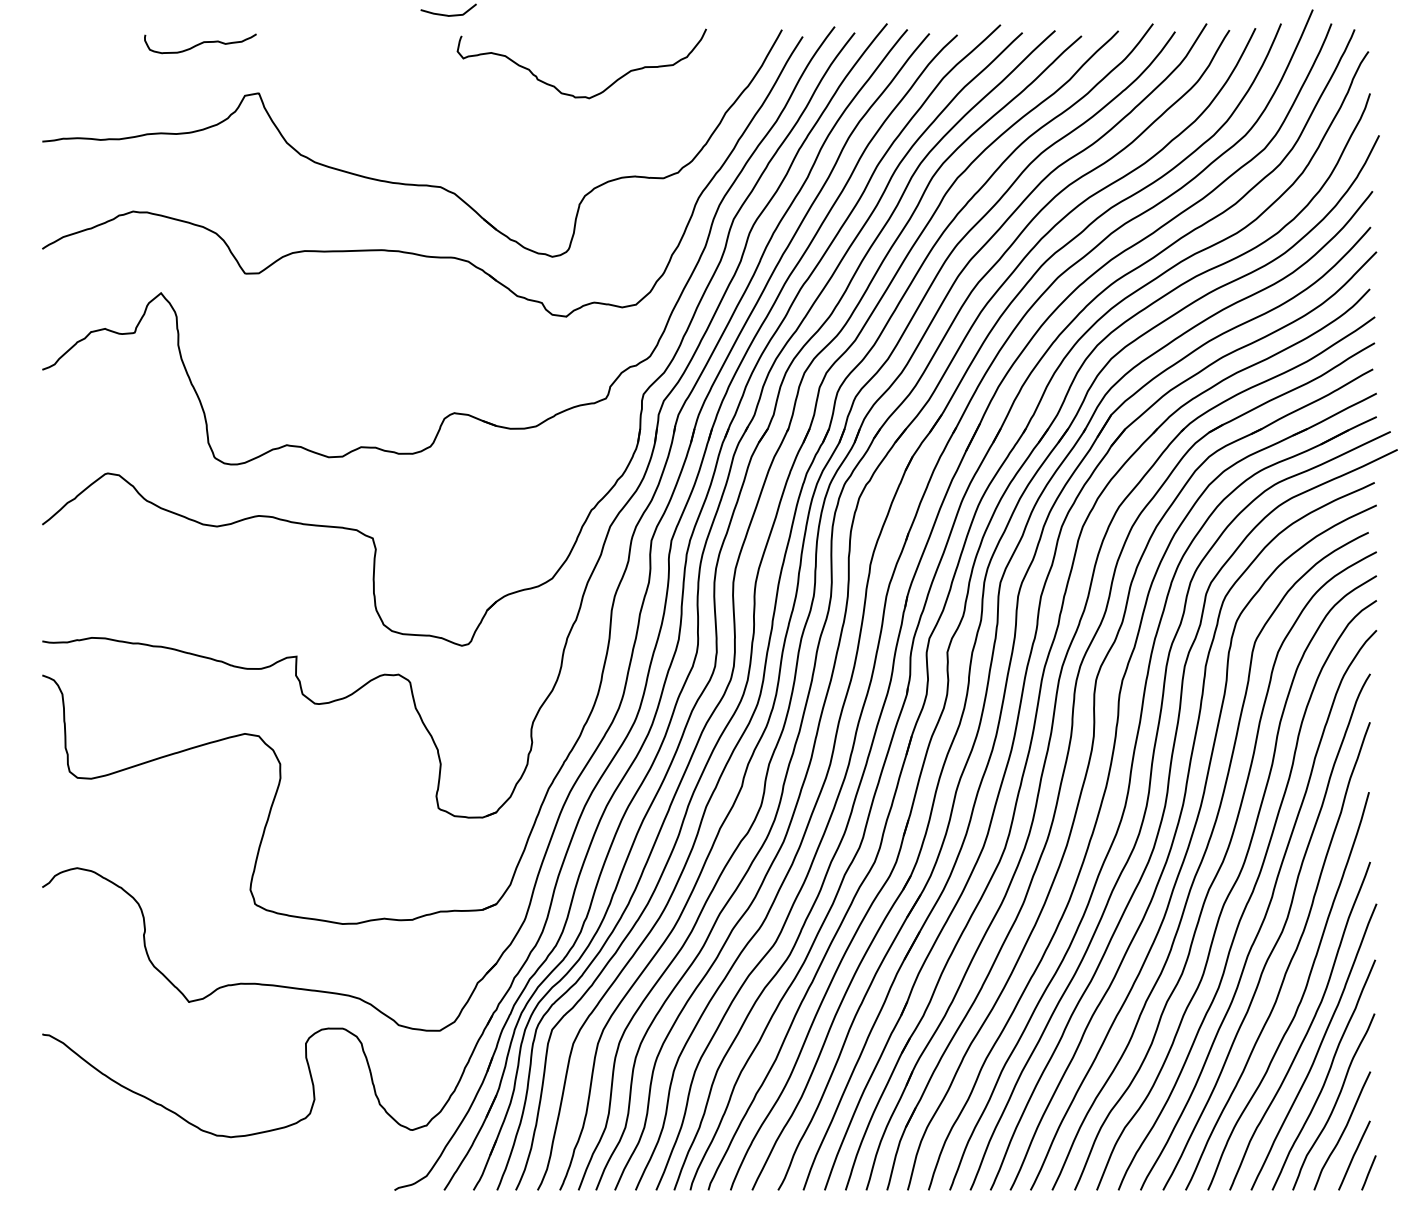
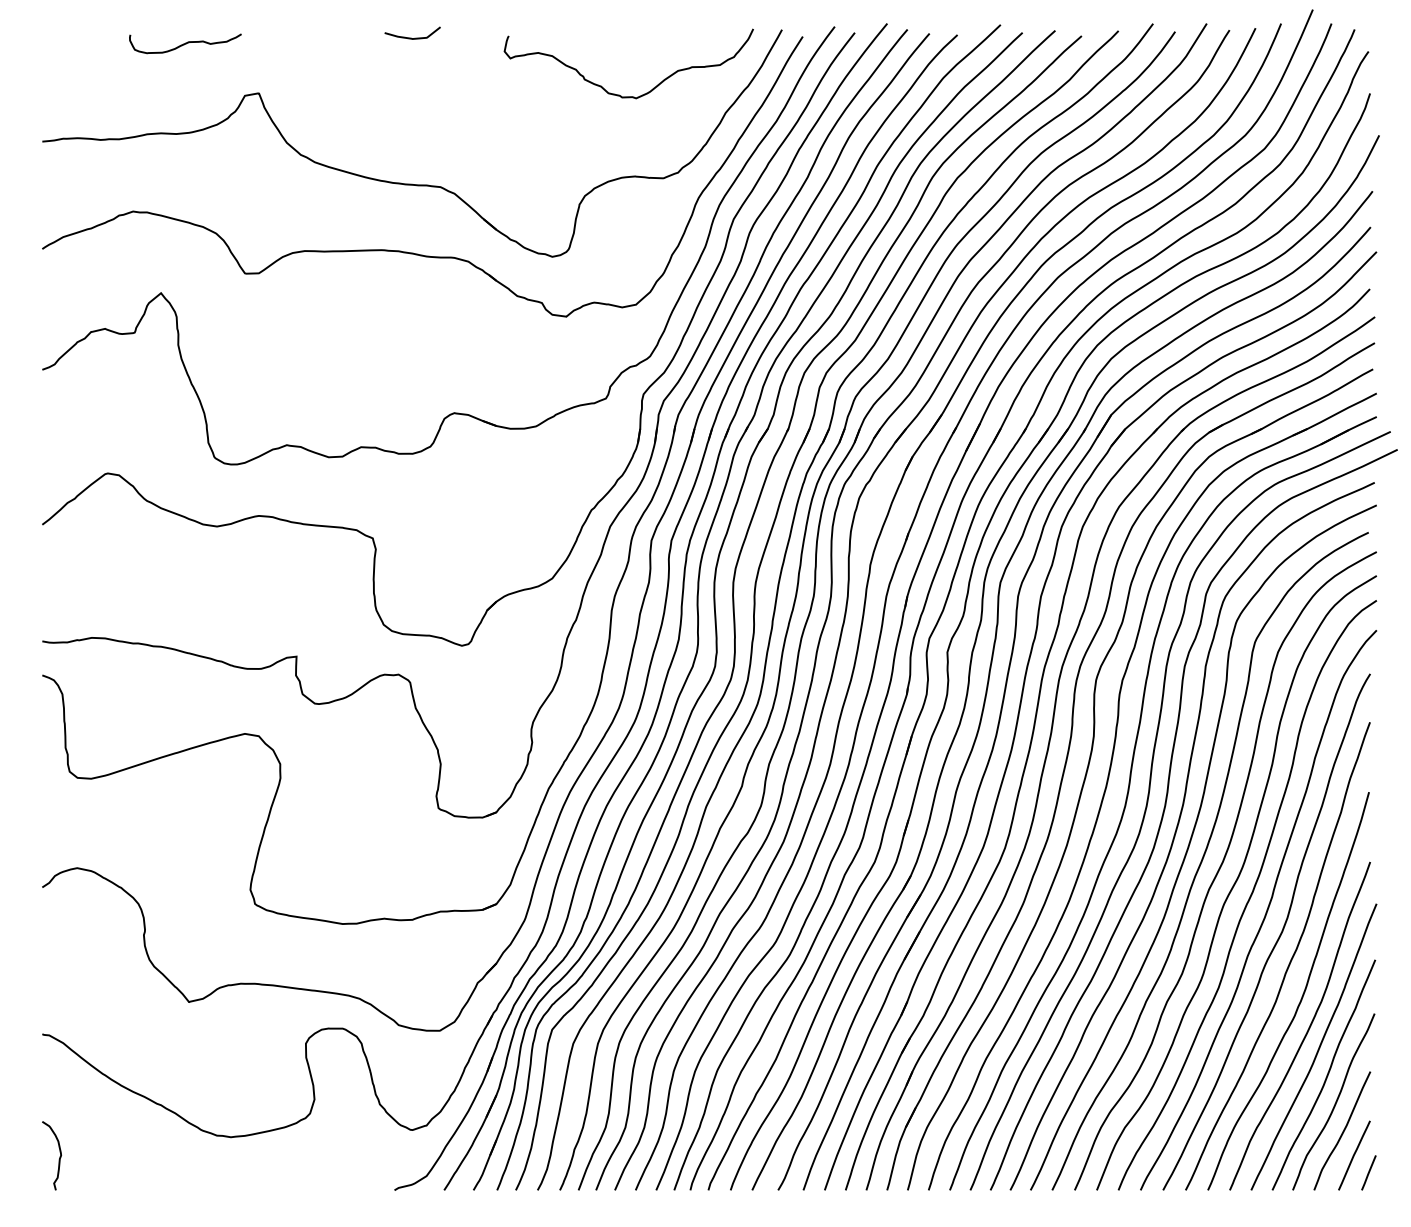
curve at (447, 14) position: (447, 14) -> (411, 37)
curve at (200, 43) position: (200, 43) -> (185, 43)
curve at (572, 94) position: (572, 94) -> (619, 94)
curve at (59, 1156): none -> present
